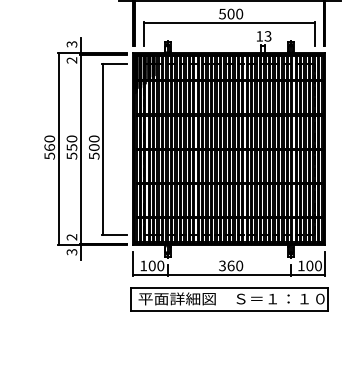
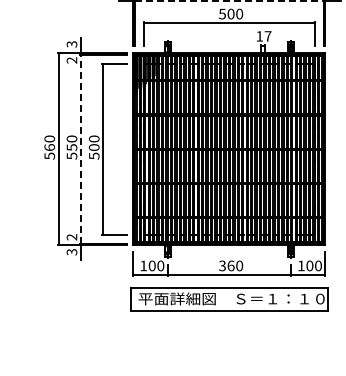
line at (229, 1): solid -> dashed
text at (267, 36): 13 -> 17
line at (81, 148): solid -> dashed
